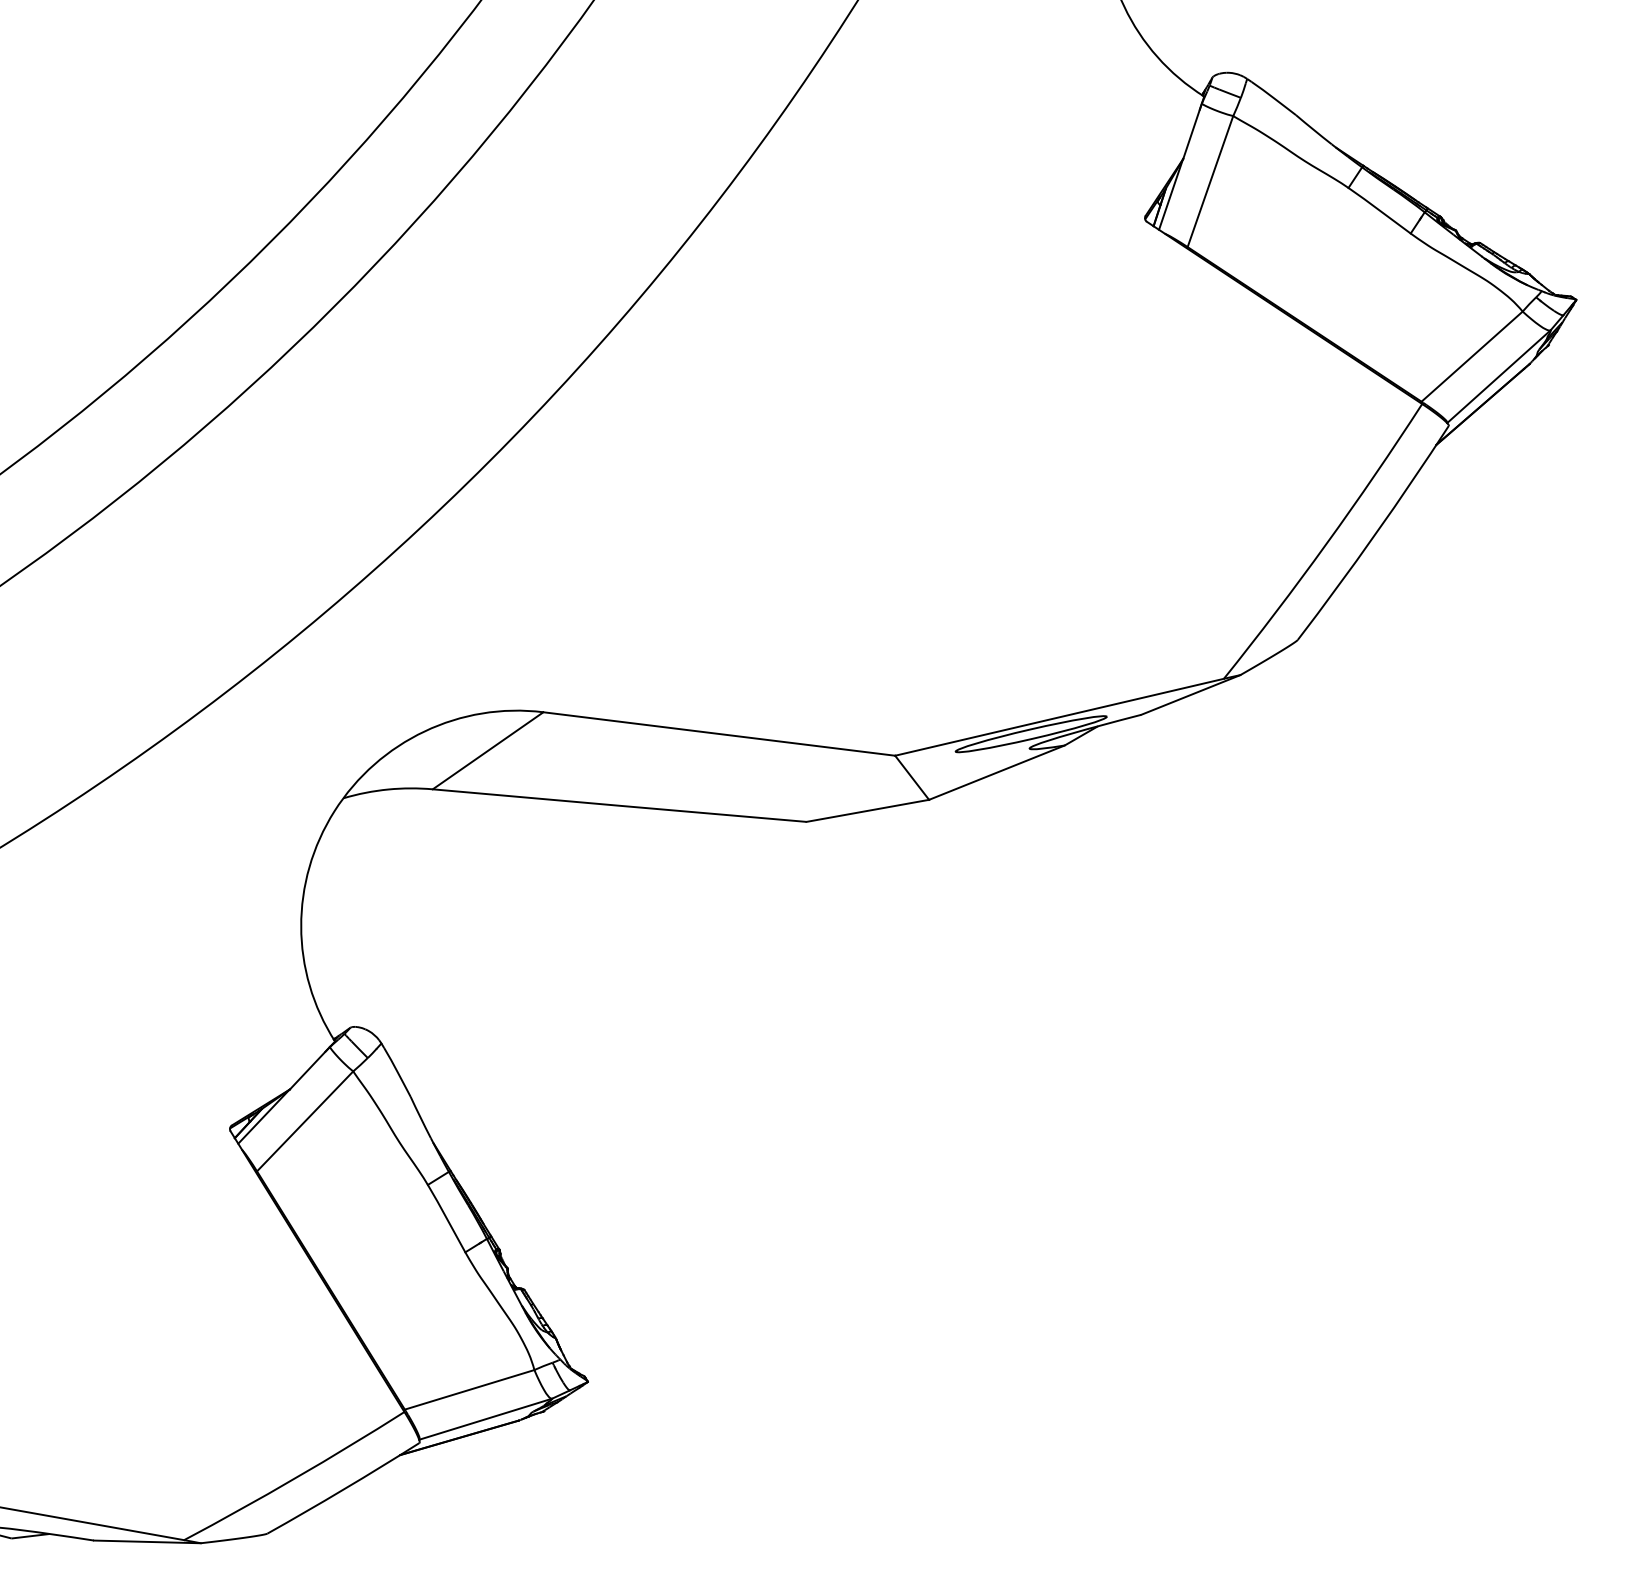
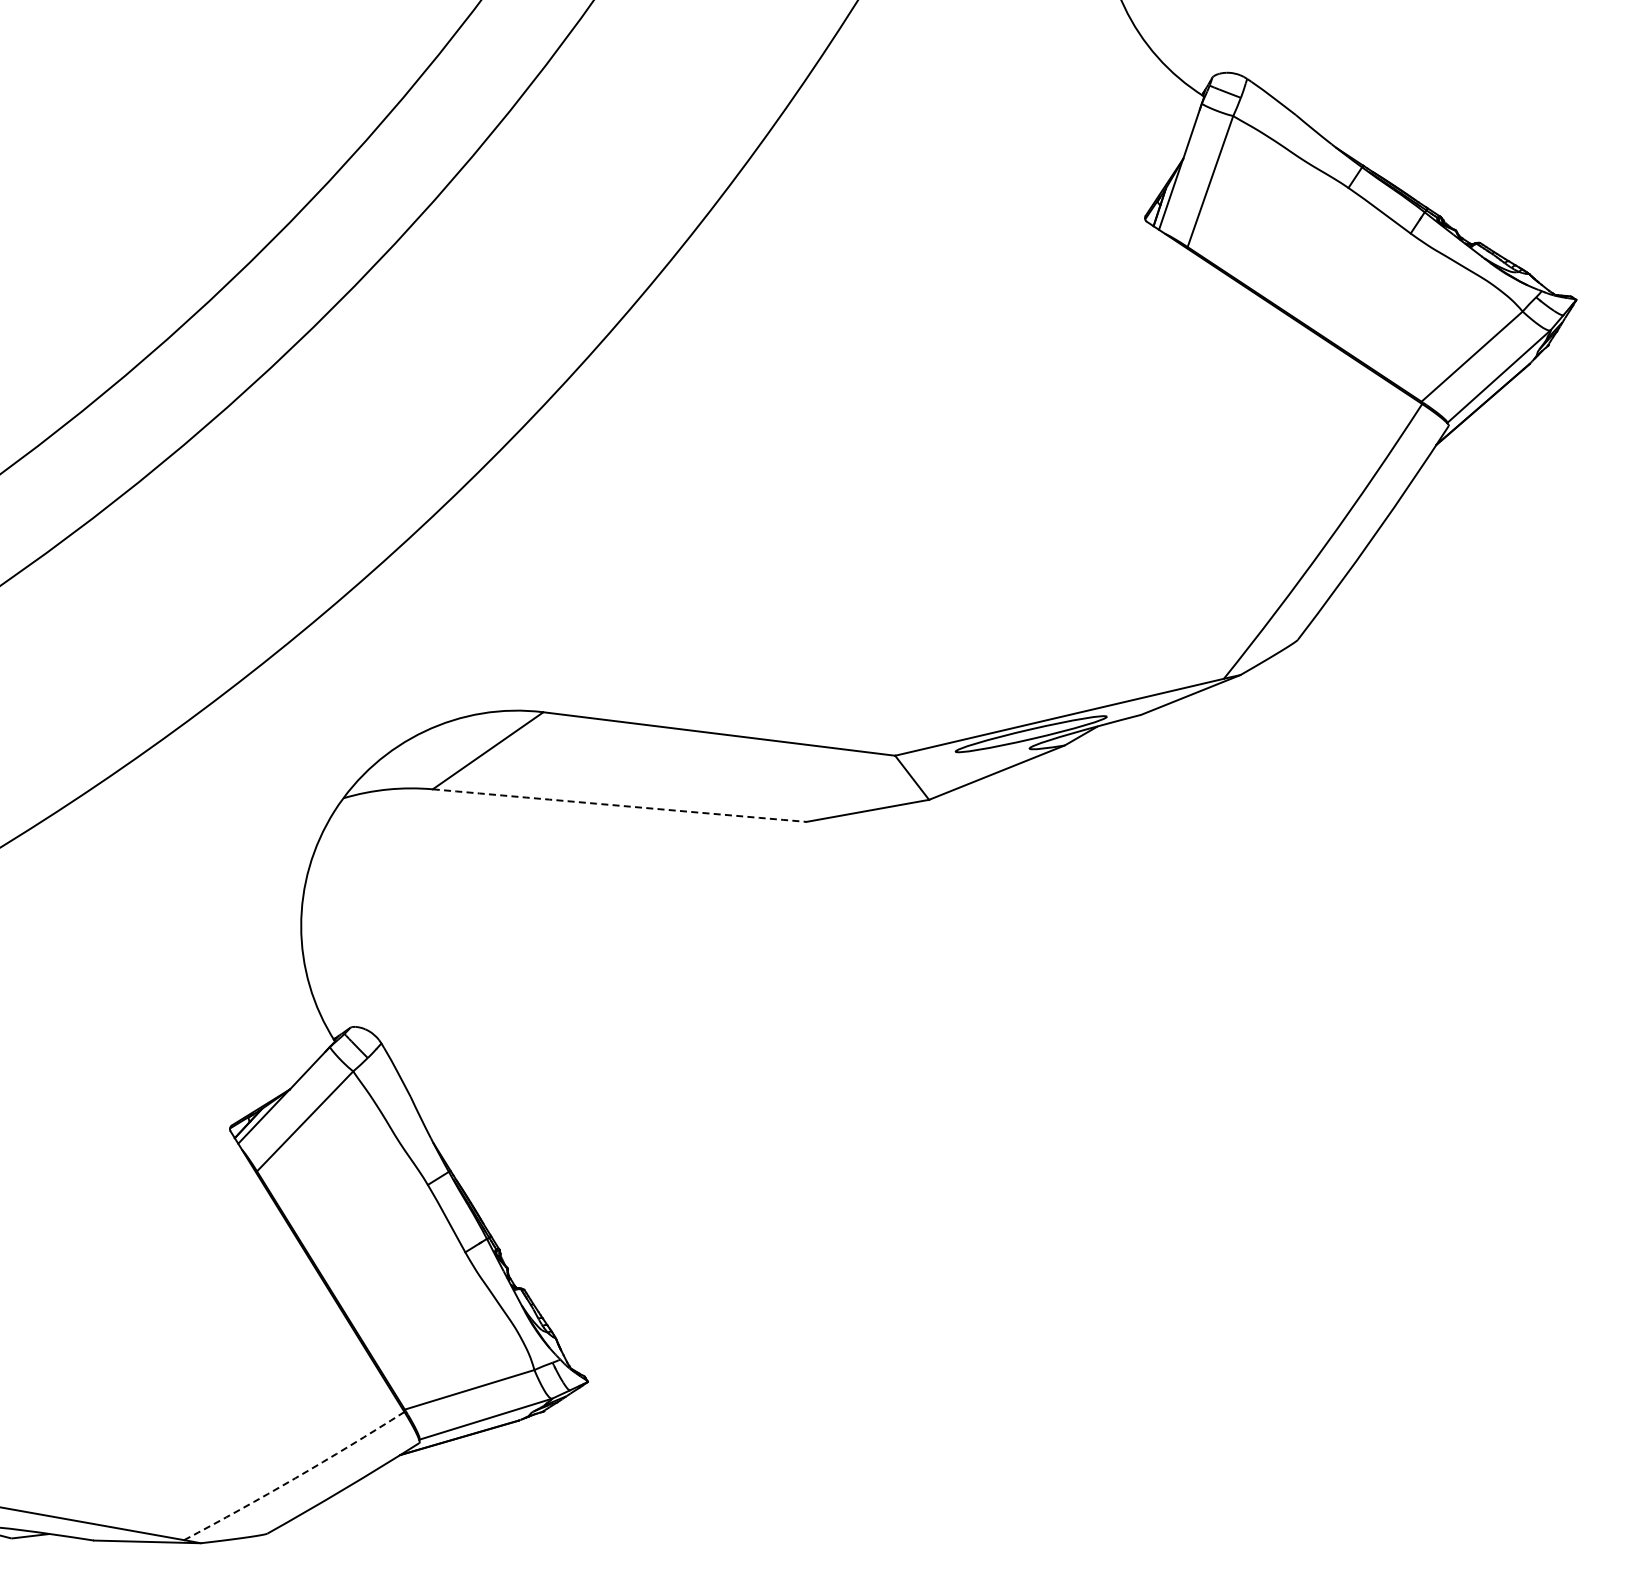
arc at (619, 805): solid -> dashed
arc at (295, 1478): solid -> dashed
